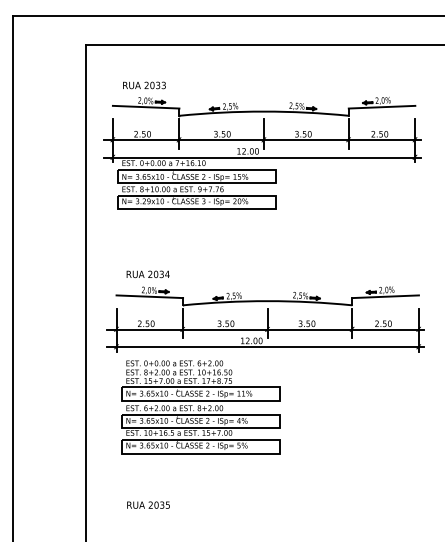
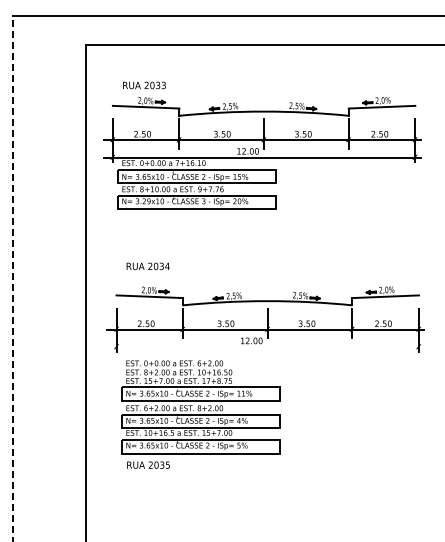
text at (147, 274) position: (147, 274) -> (147, 266)
line at (13, 278): solid -> dashed
line at (265, 347): present -> none
text at (148, 504) position: (148, 504) -> (148, 464)
